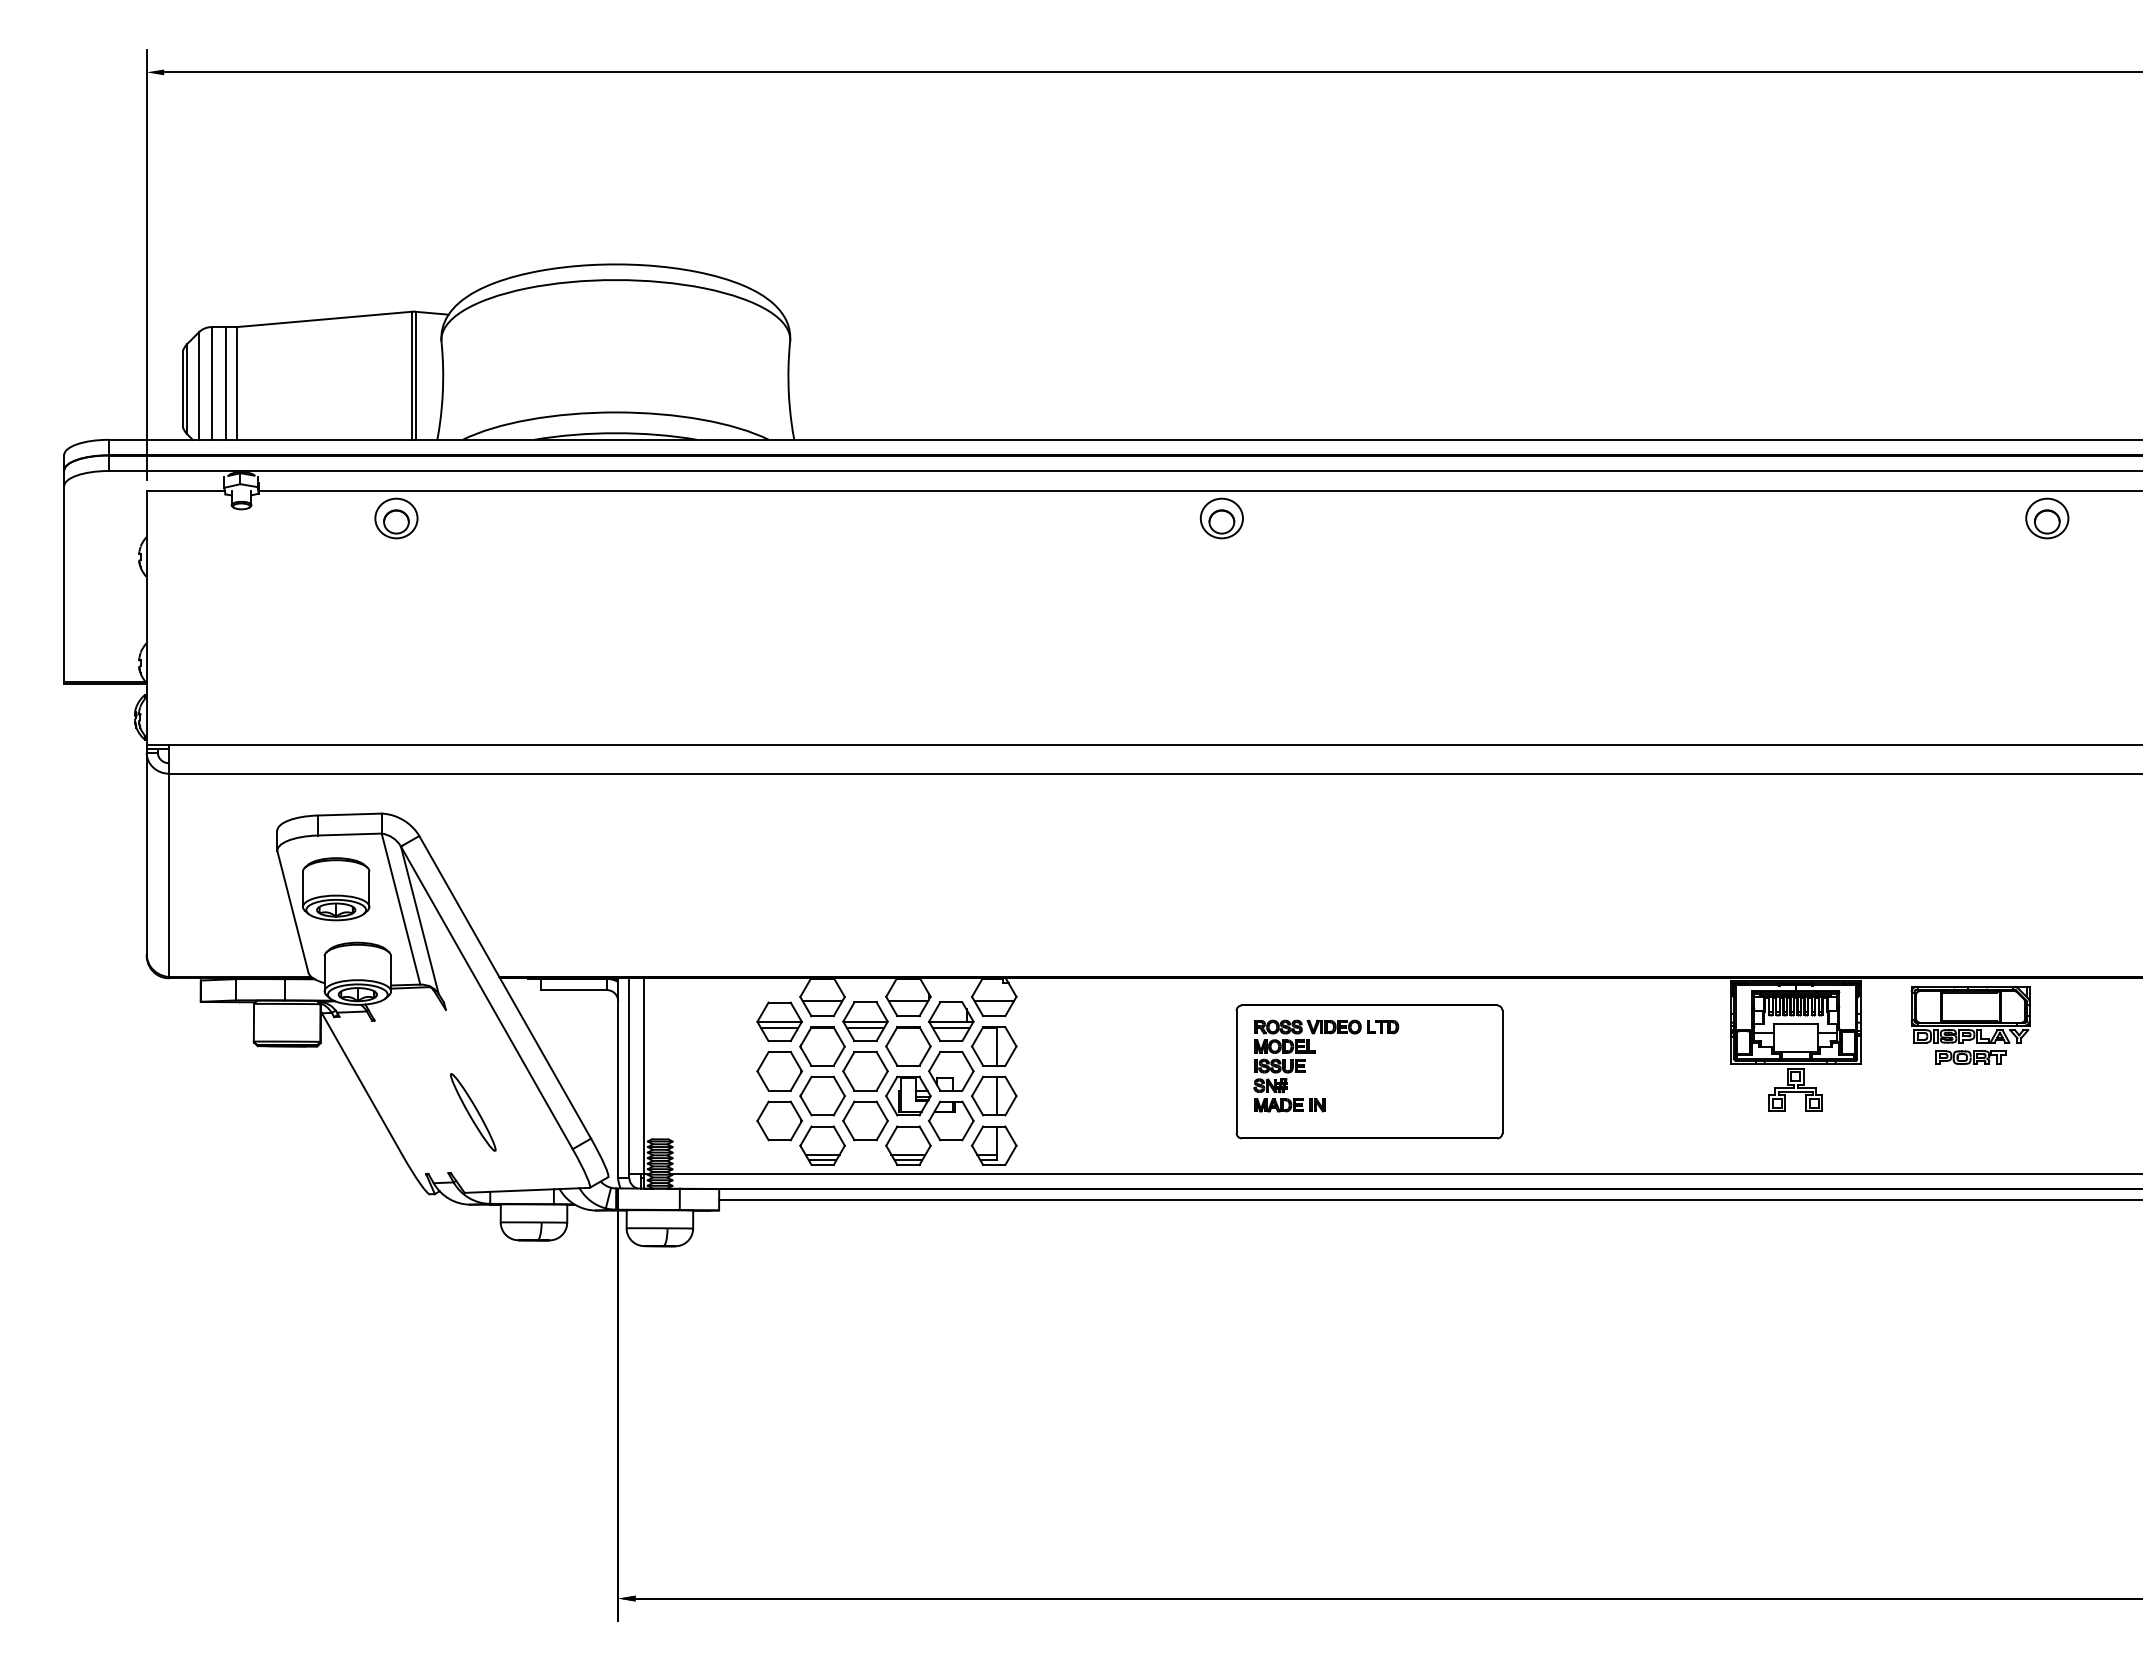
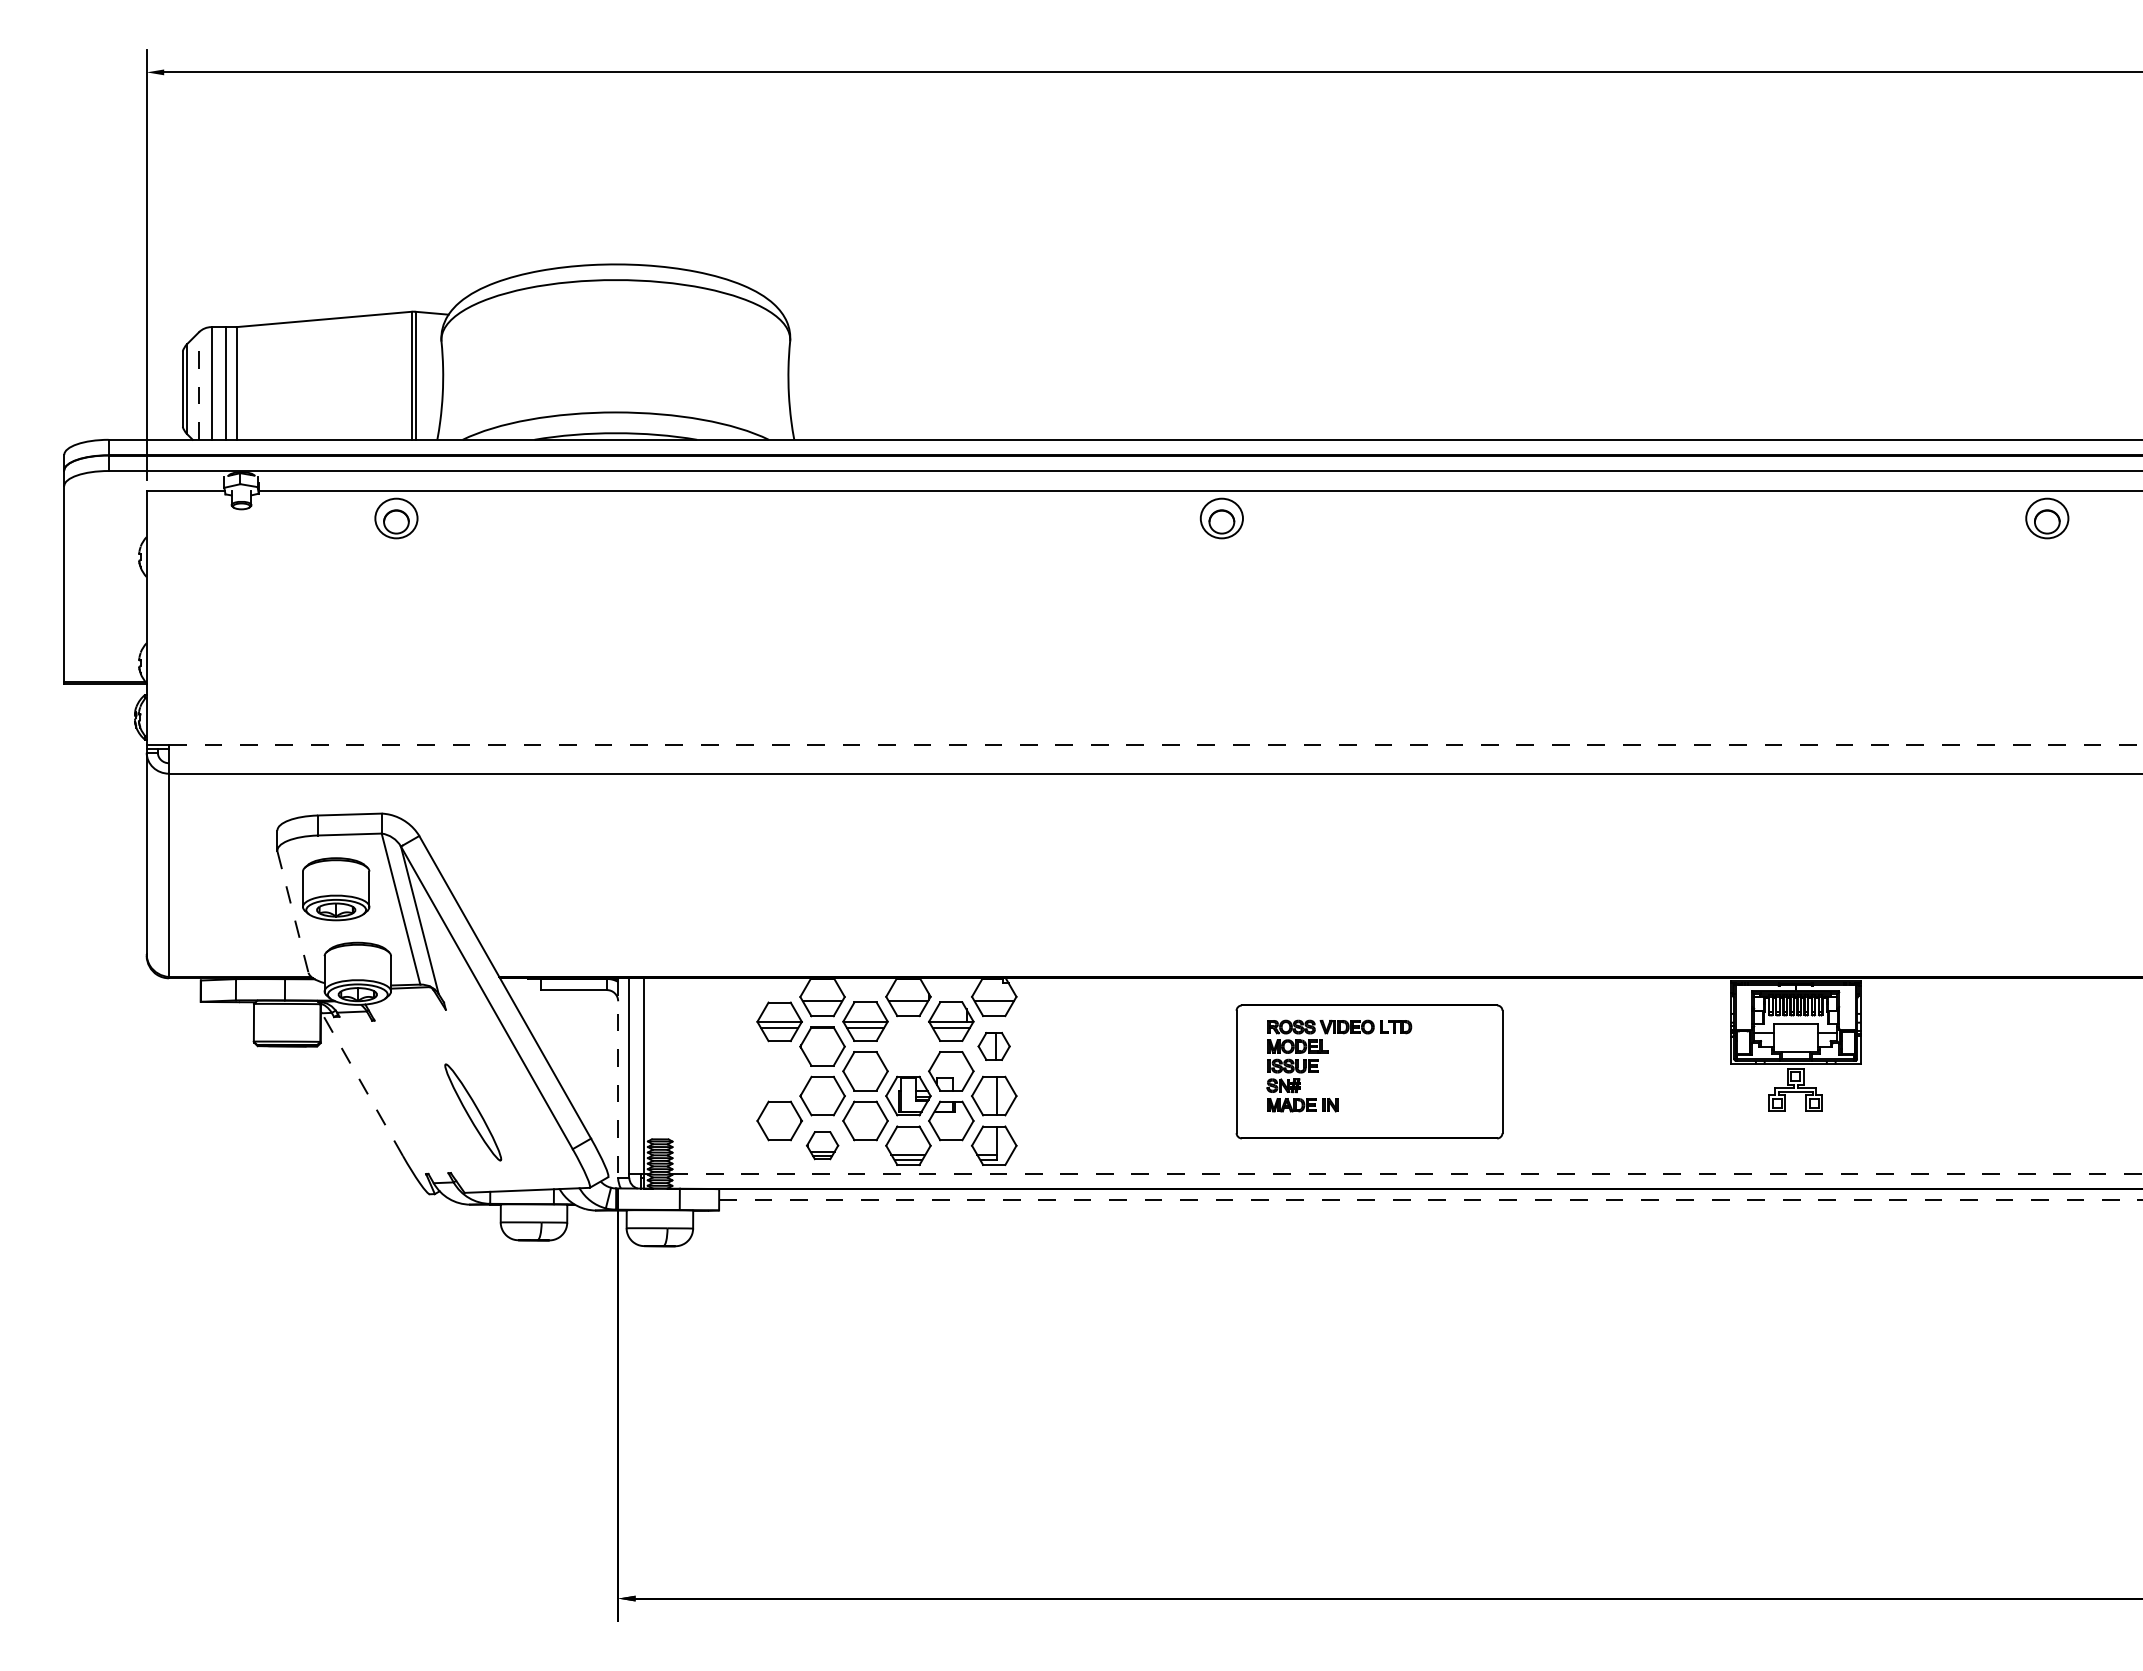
line at (198, 386): solid -> dashed
line at (1155, 745): solid -> dashed
line at (293, 912): solid -> dashed
part at (1970, 1025): present -> none
part at (908, 1046): present -> none
part at (993, 1046) size: 48x41 px -> 34x29 px
part at (1315, 1053) position: (1315, 1053) -> (1328, 1053)
part at (779, 1071): present -> none
line at (618, 1078): solid -> dashed
line at (362, 1084): solid -> dashed
part at (473, 1112) size: 47x79 px -> 59x99 px
part at (822, 1145) size: 47x41 px -> 34x30 px
line at (1406, 1173): solid -> dashed
line at (1430, 1200): solid -> dashed
